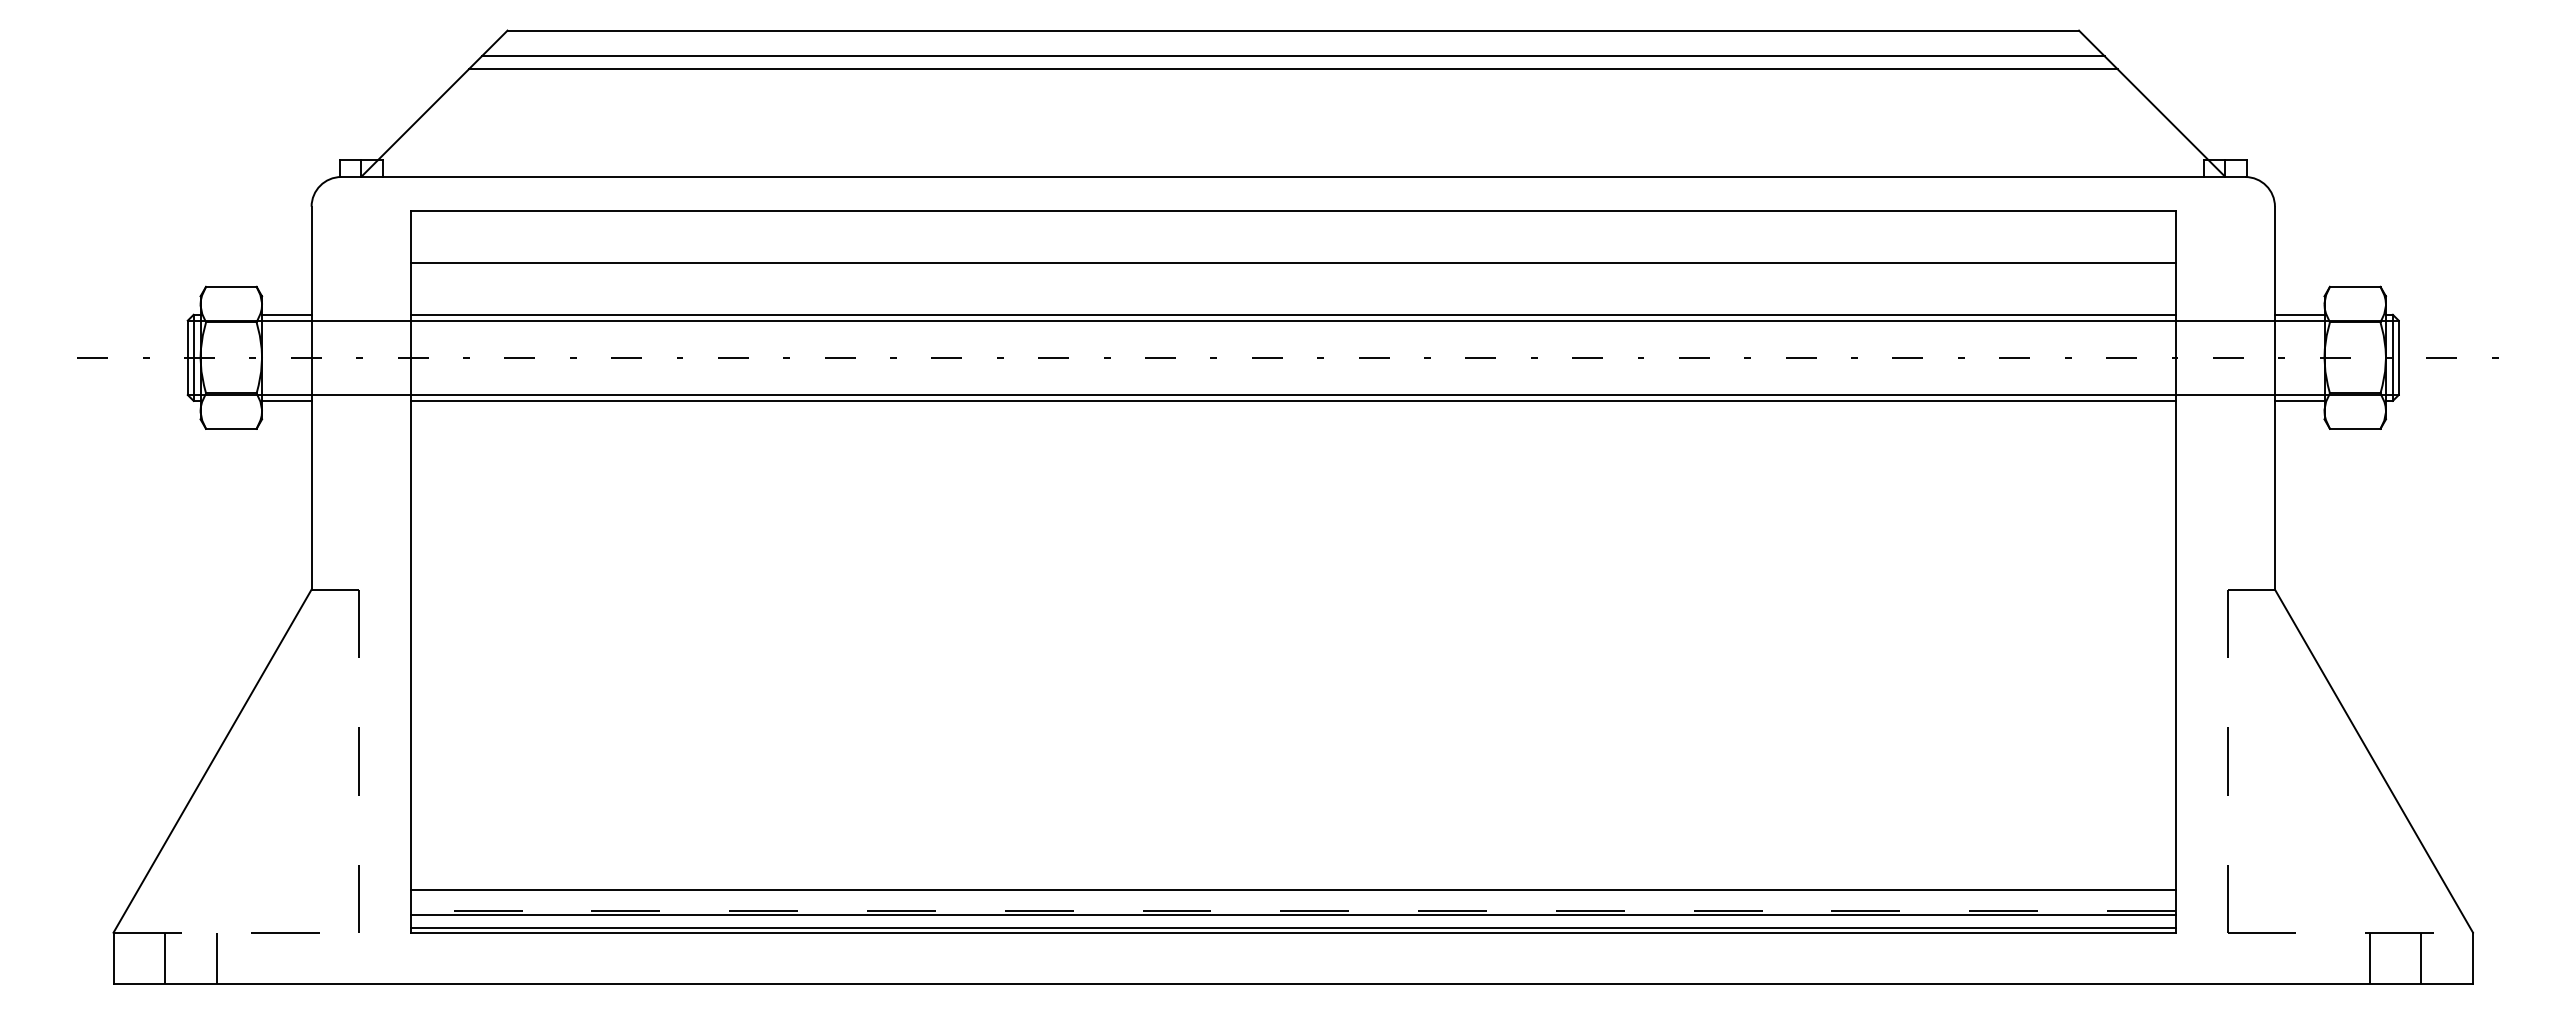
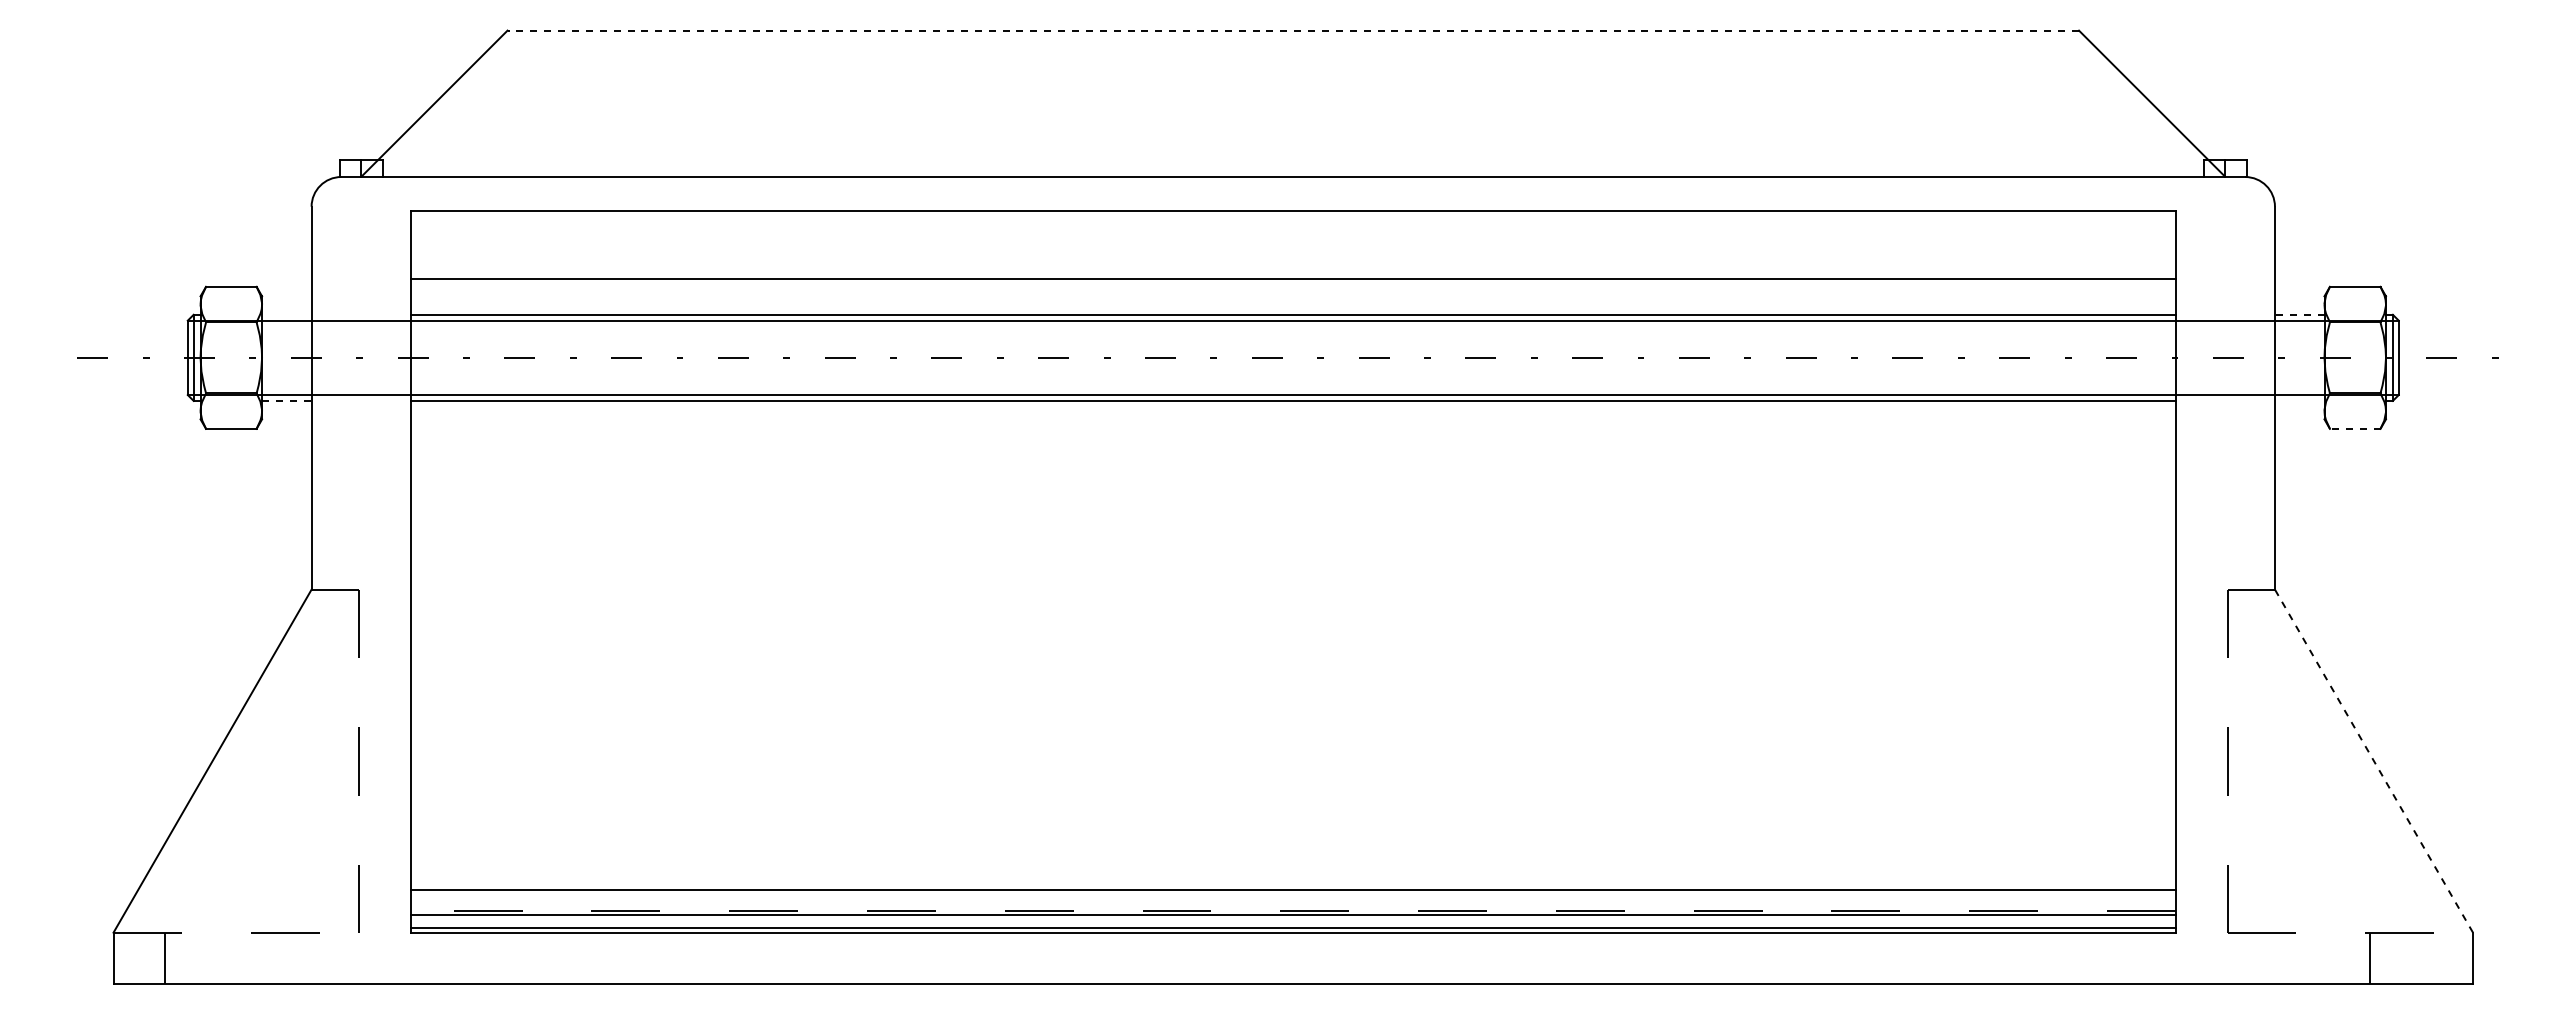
line at (1293, 30): solid -> dashed
line at (1292, 56): present -> none
line at (1292, 69): present -> none
line at (1292, 263) position: (1292, 263) -> (1292, 279)
line at (286, 314): present -> none
line at (2299, 314): solid -> dashed
line at (286, 400): solid -> dashed
line at (2299, 400): present -> none
line at (2354, 428): solid -> dashed
line at (2373, 760): solid -> dashed
line at (216, 958): present -> none
line at (2421, 958): present -> none
